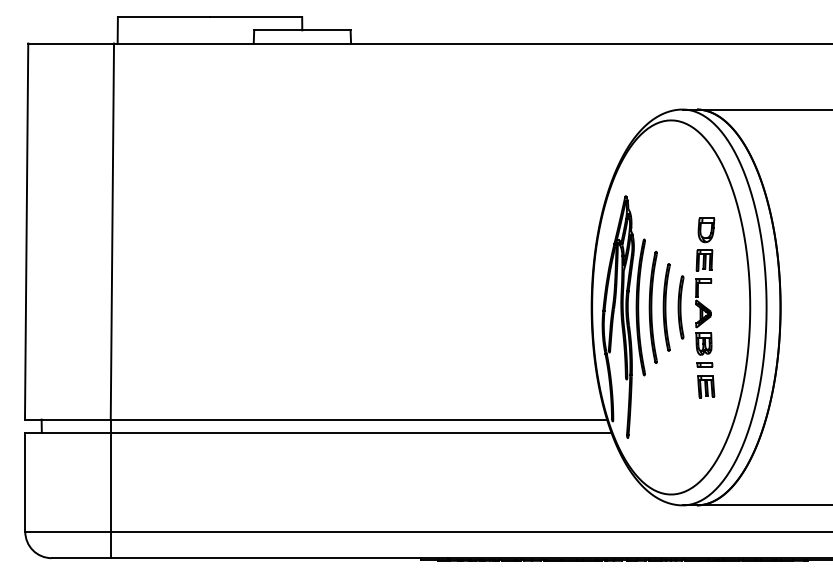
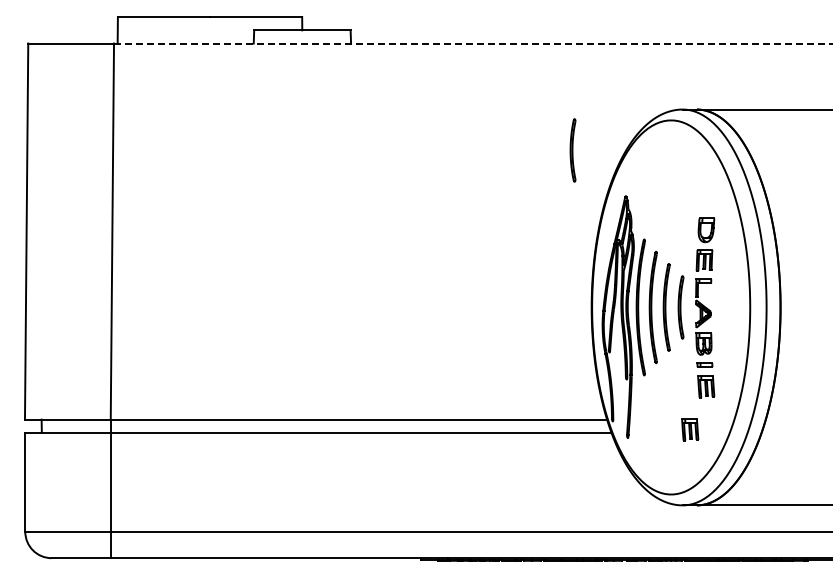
line at (473, 43): solid -> dashed
part at (572, 150): none -> present
part at (690, 429): none -> present
